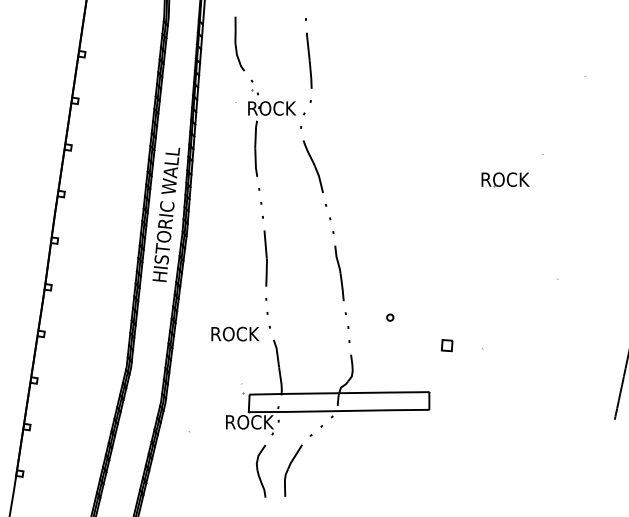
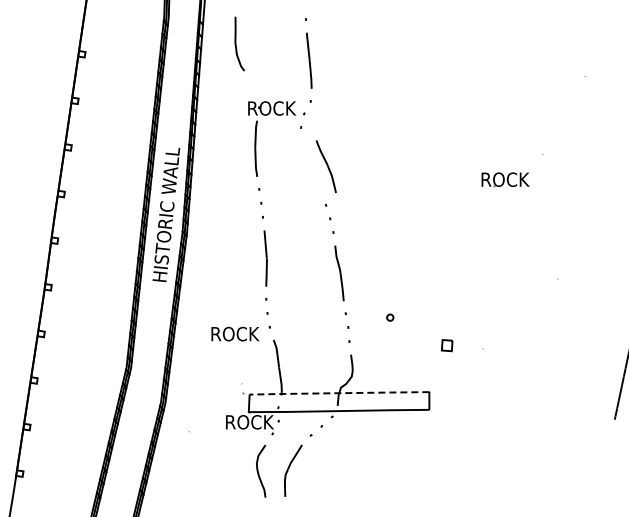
part at (247, 90): present -> none
part at (312, 166) position: (312, 166) -> (325, 166)
line at (338, 393): solid -> dashed
